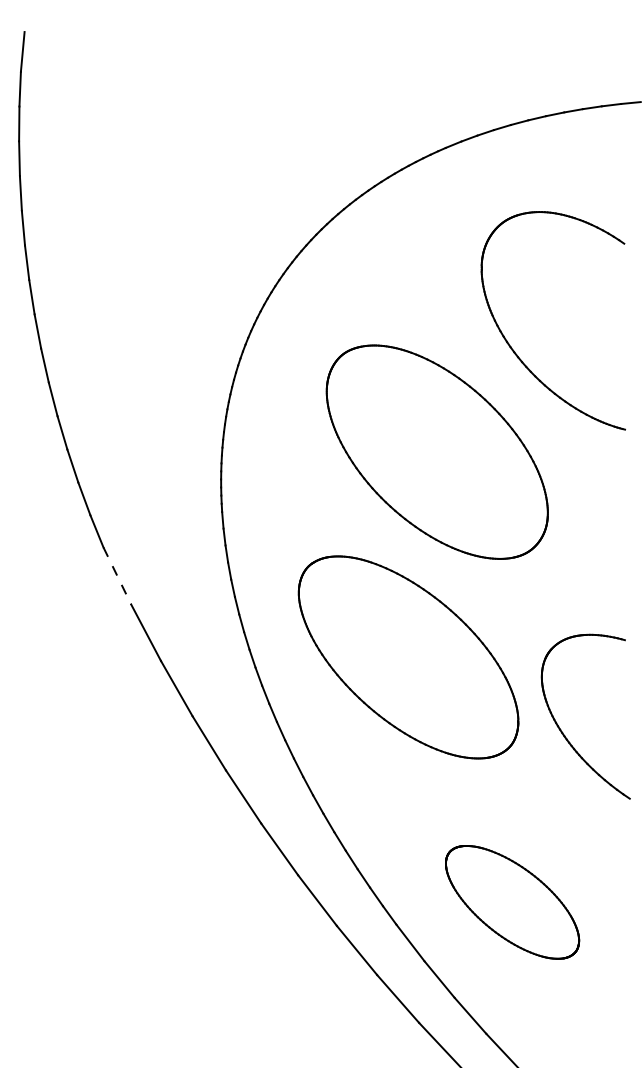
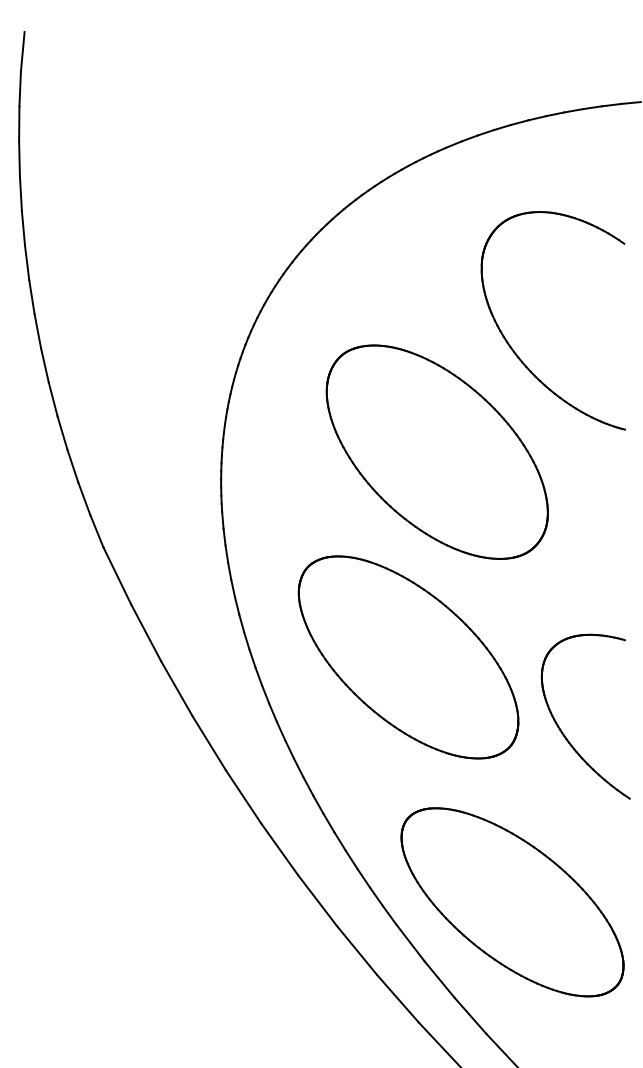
line at (117, 576): dashed -> solid
part at (512, 902) size: 136x115 px -> 225x191 px
